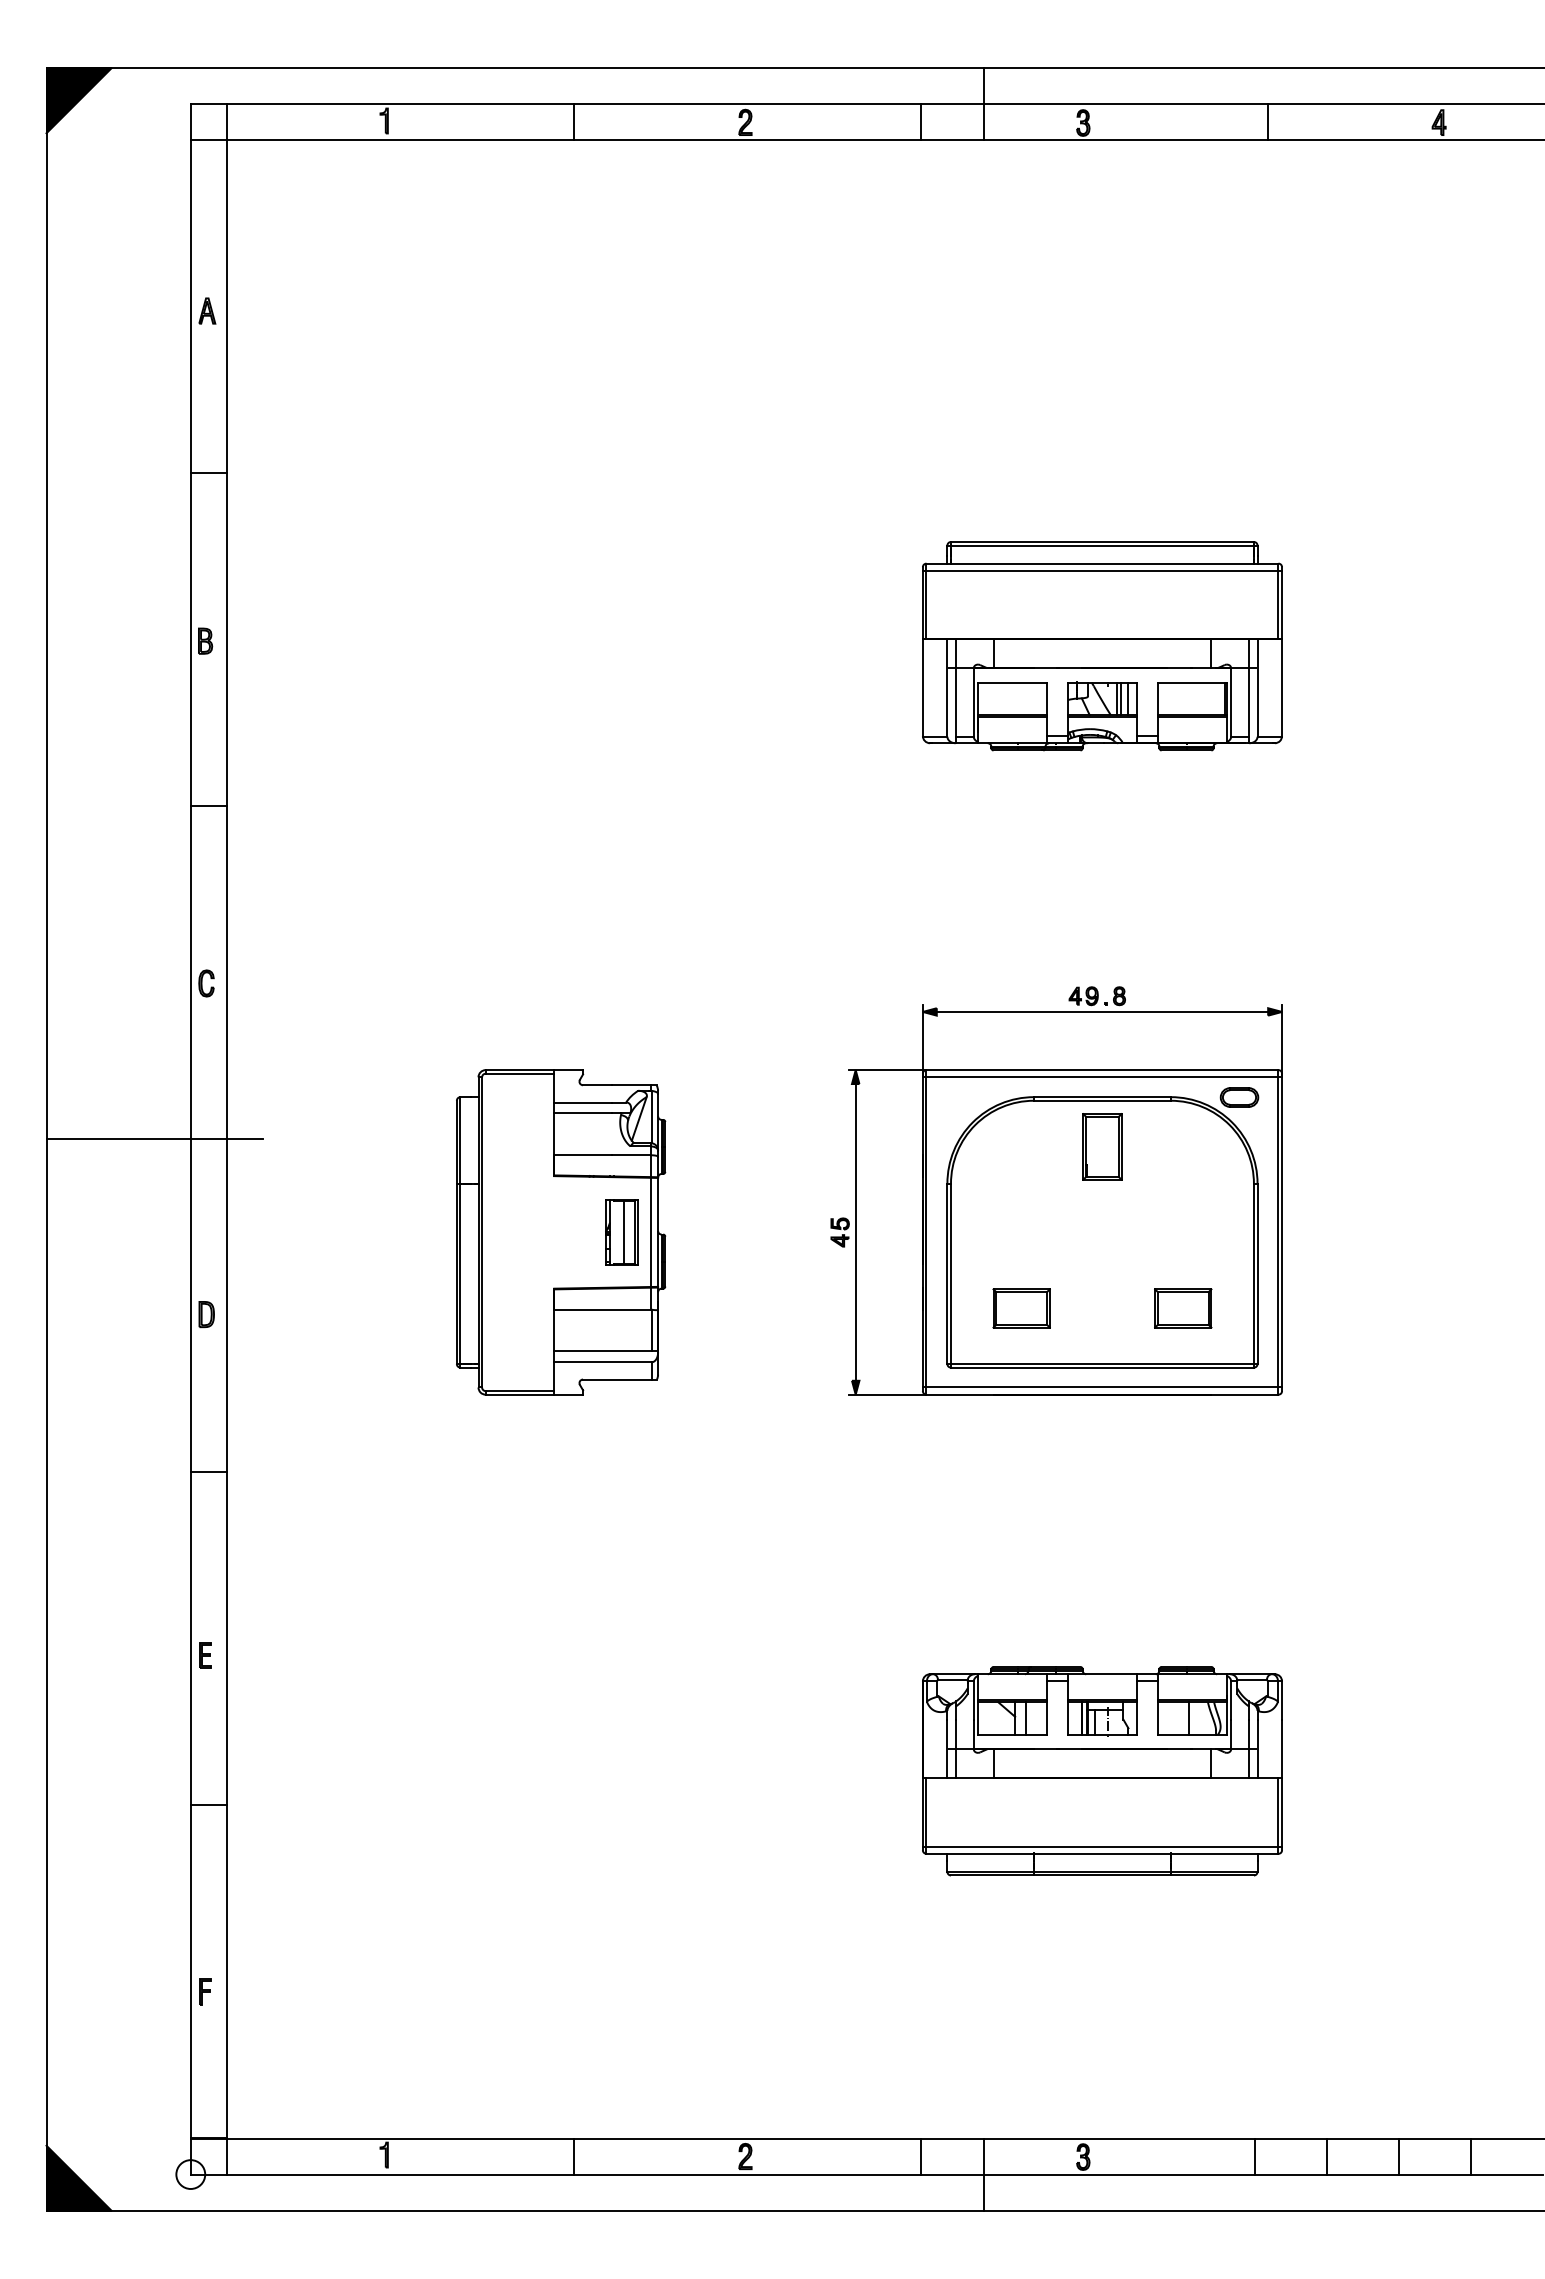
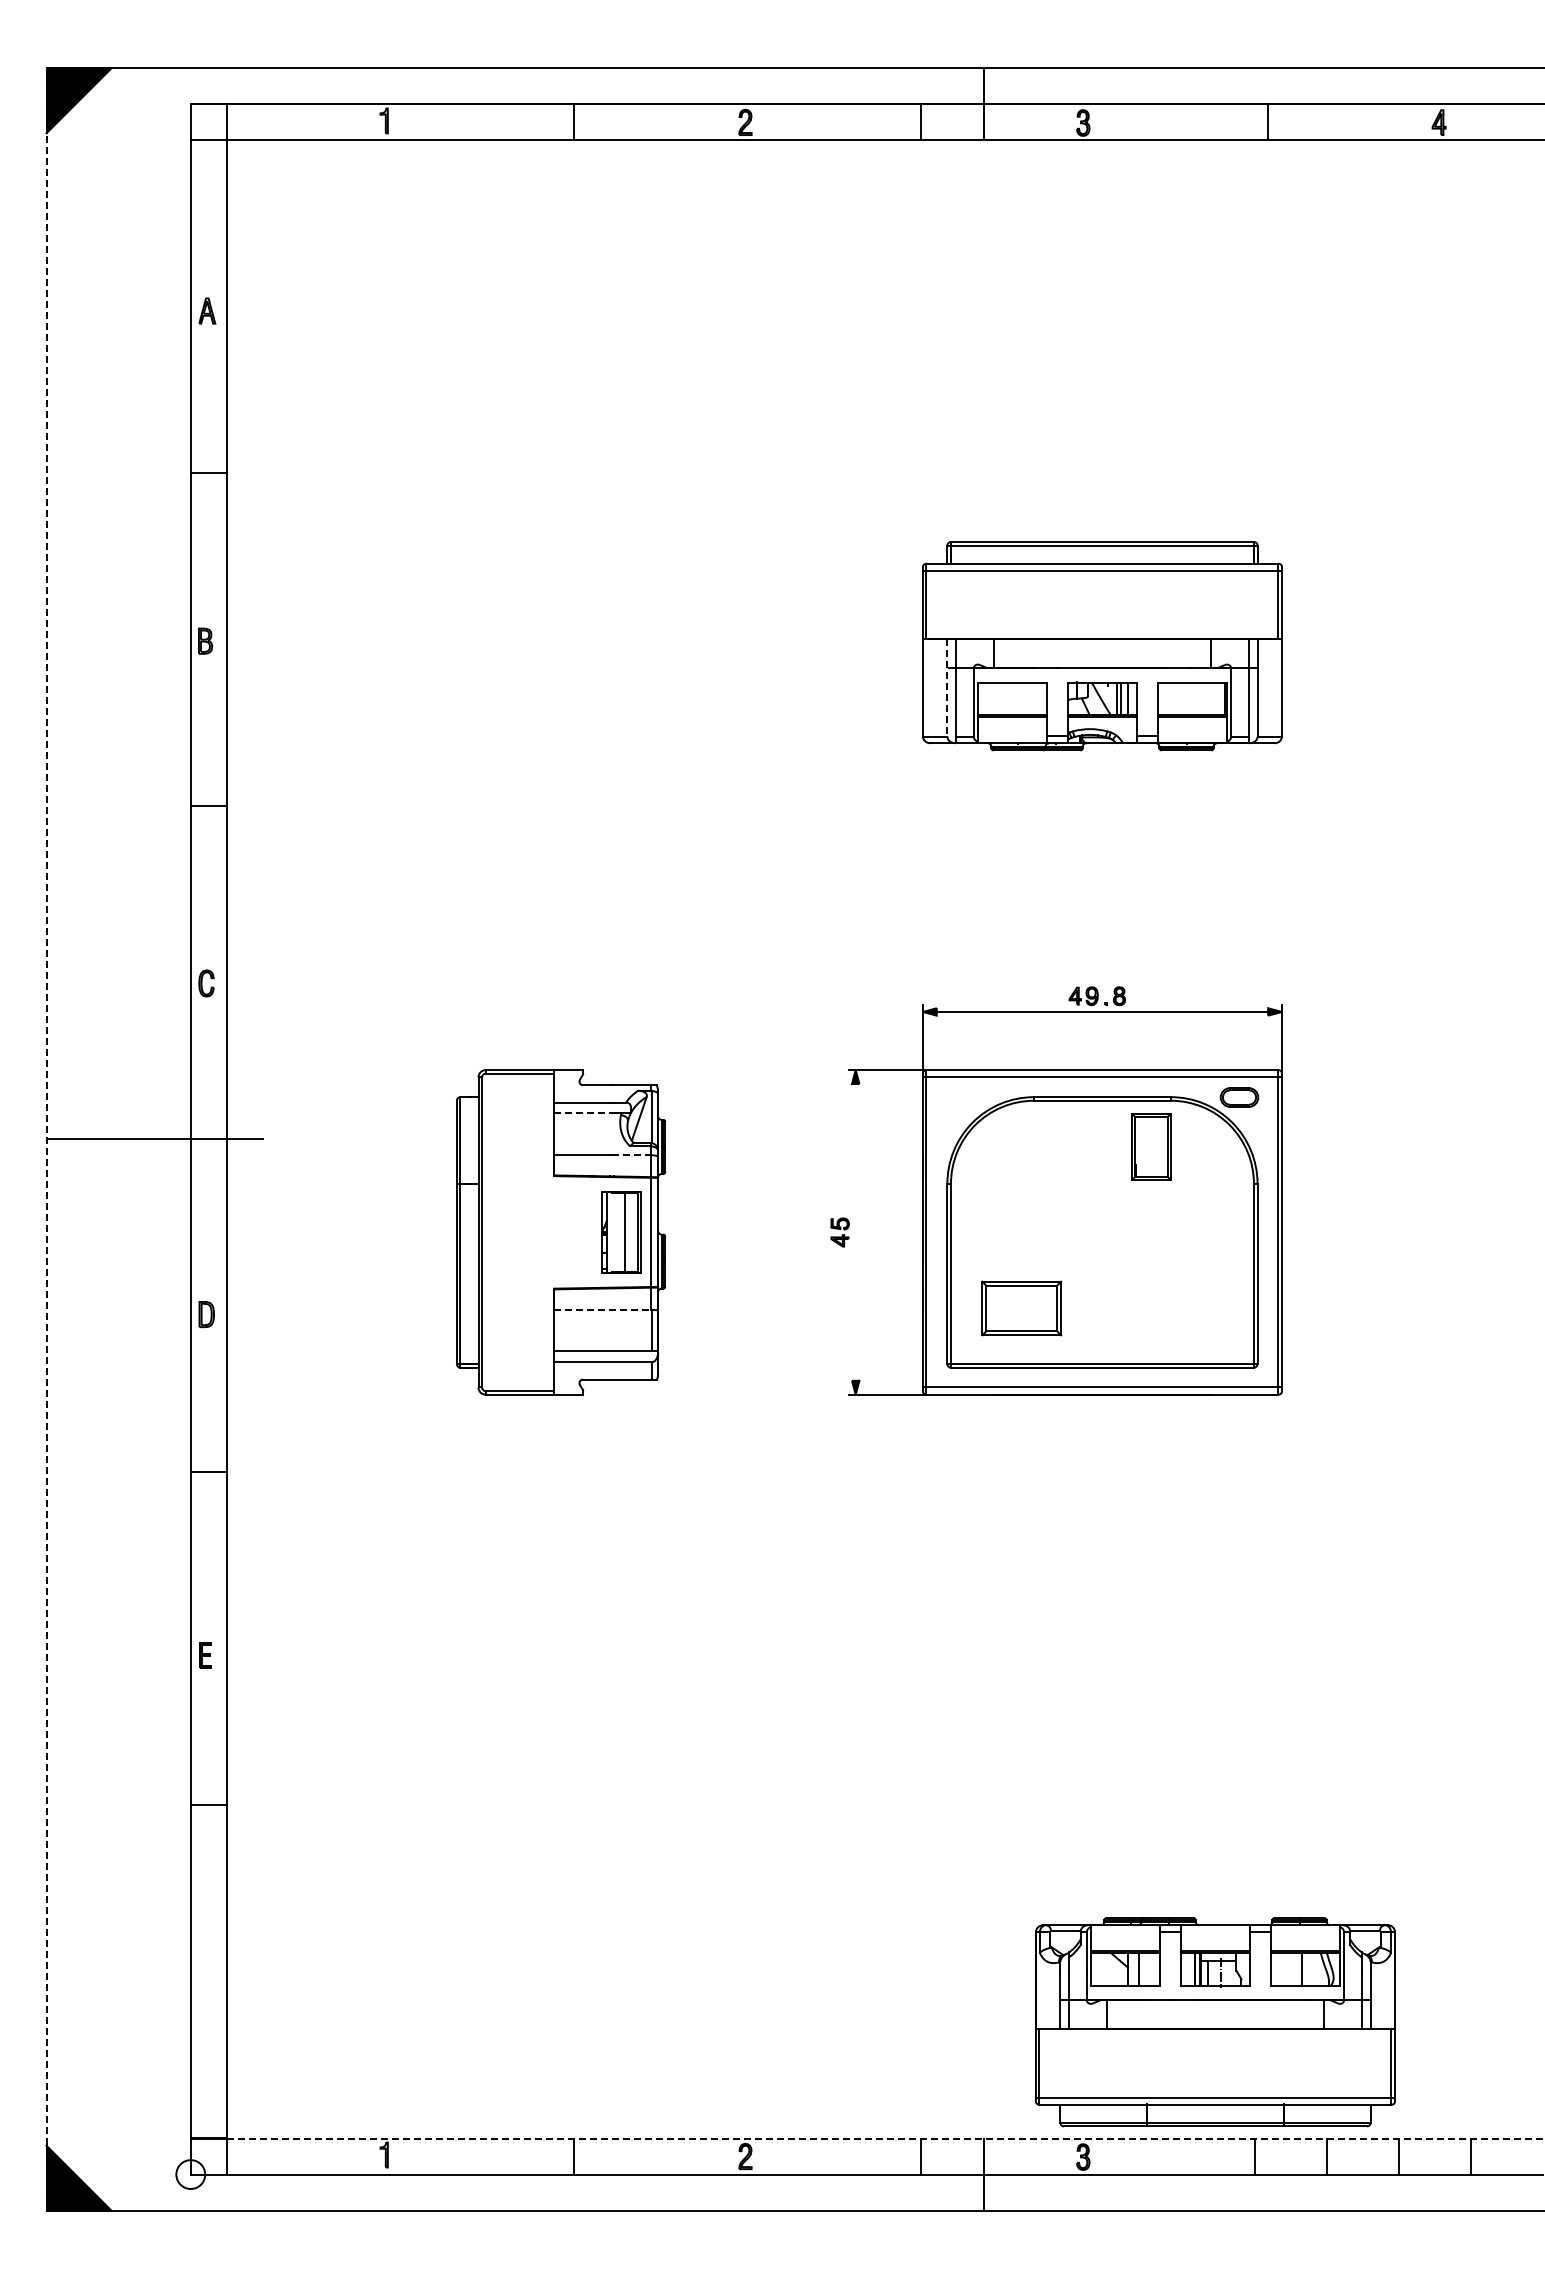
line at (947, 688): solid -> dashed
line at (583, 1113): solid -> dashed
line at (46, 1139): solid -> dashed
part at (1102, 1146) position: (1102, 1146) -> (1151, 1146)
line at (631, 1155): solid -> dashed
part at (621, 1232) size: 34x67 px -> 41x83 px
line at (855, 1232): present -> none
part at (1021, 1308) size: 59x41 px -> 82x57 px
part at (1183, 1308): present -> none
line at (603, 1309): solid -> dashed
part at (1102, 1771) position: (1102, 1771) -> (1215, 2022)
part at (205, 1991): present -> none
line at (885, 2138): solid -> dashed
